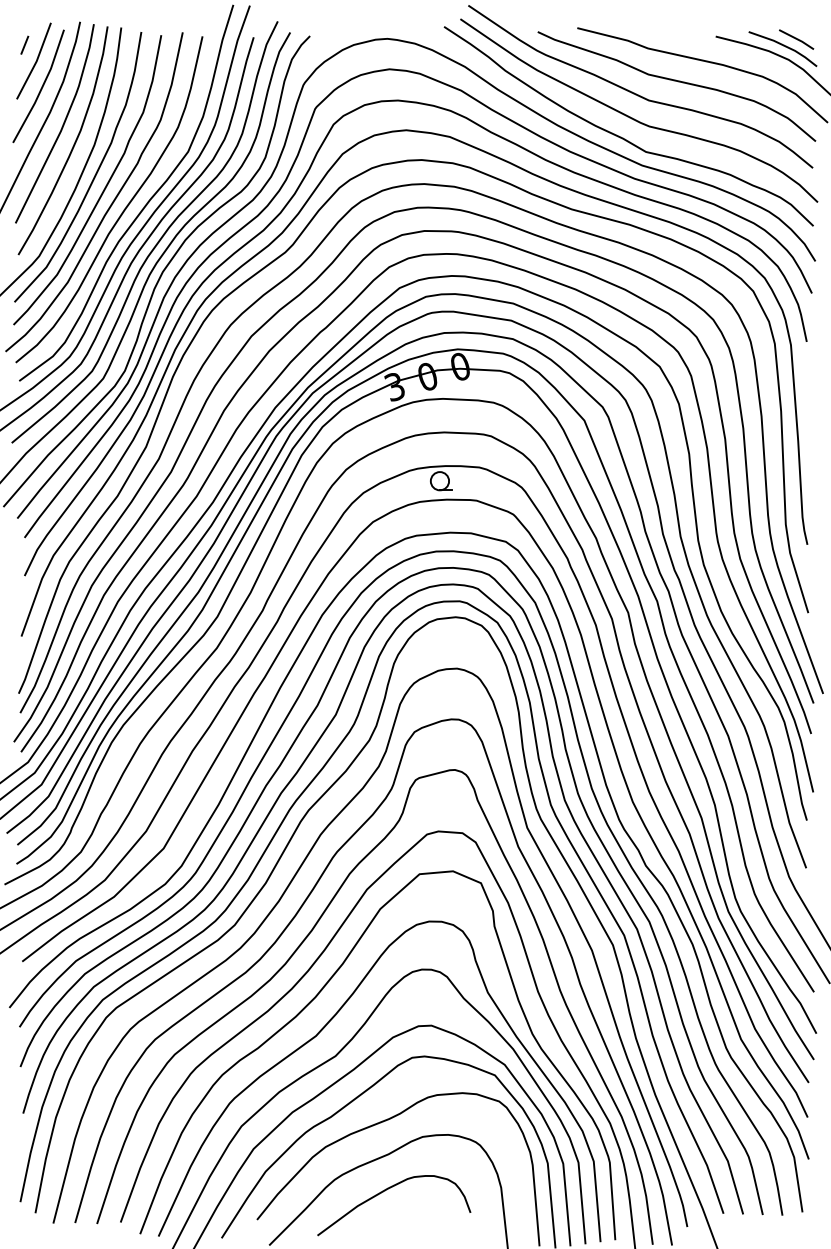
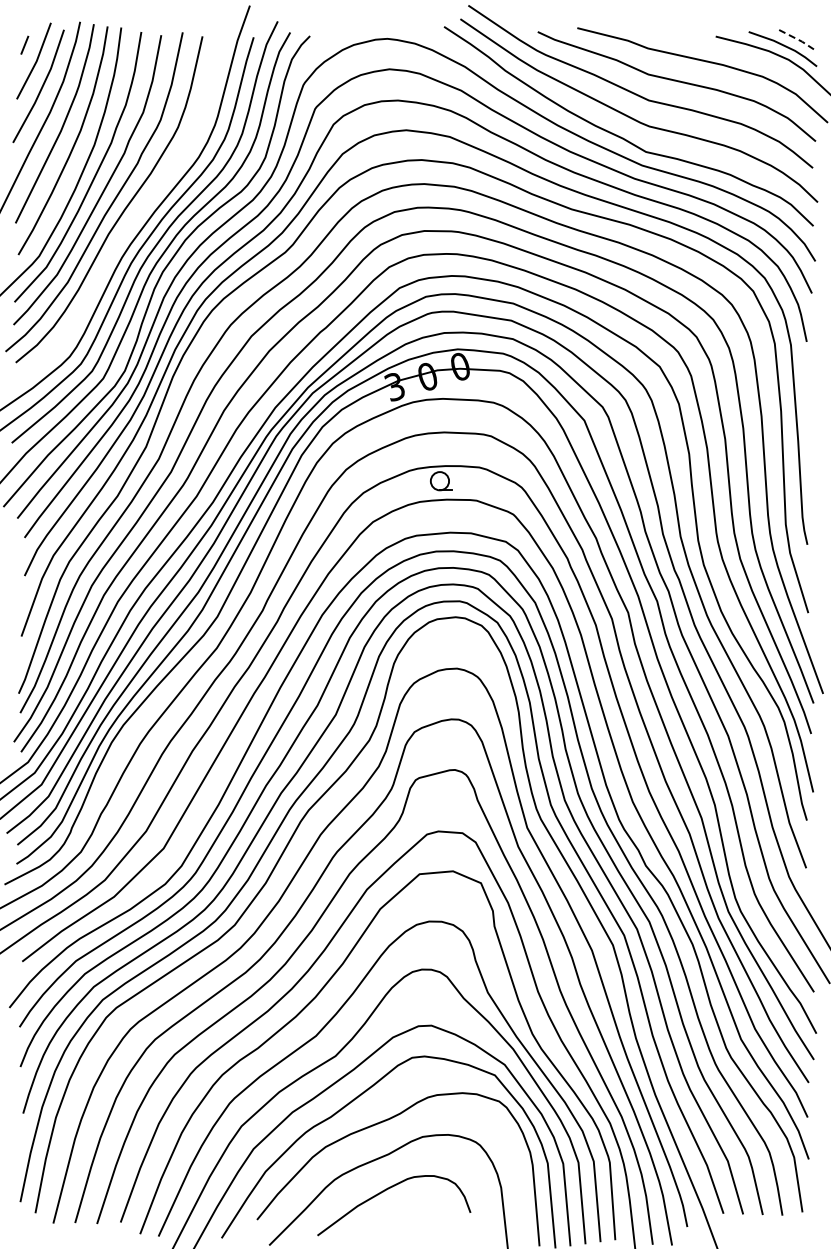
line at (797, 39): solid -> dashed
curve at (144, 205): present -> none
